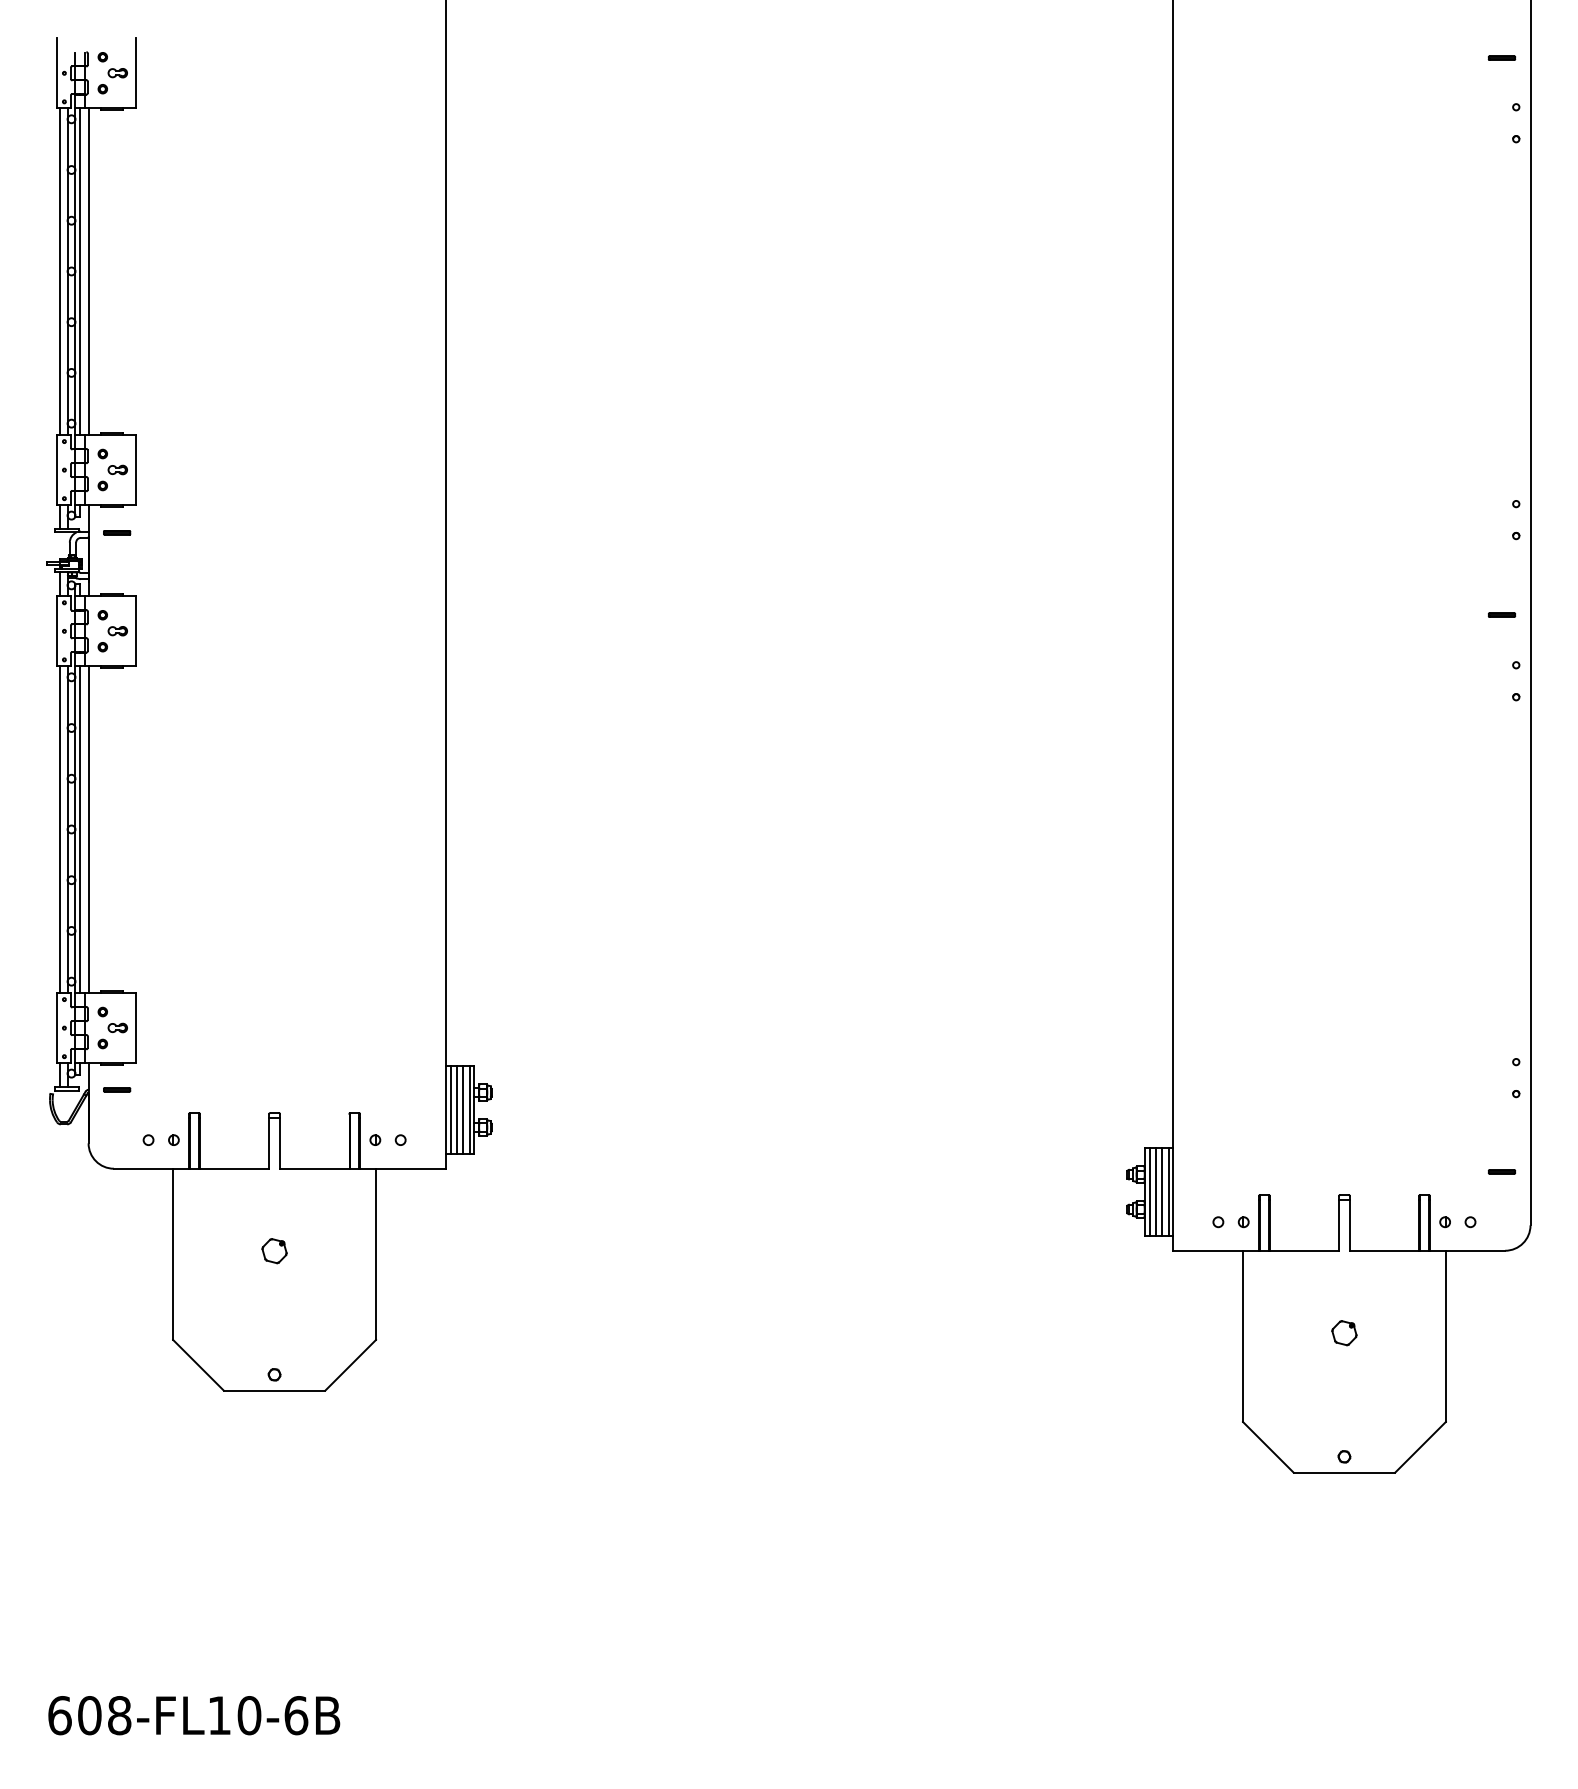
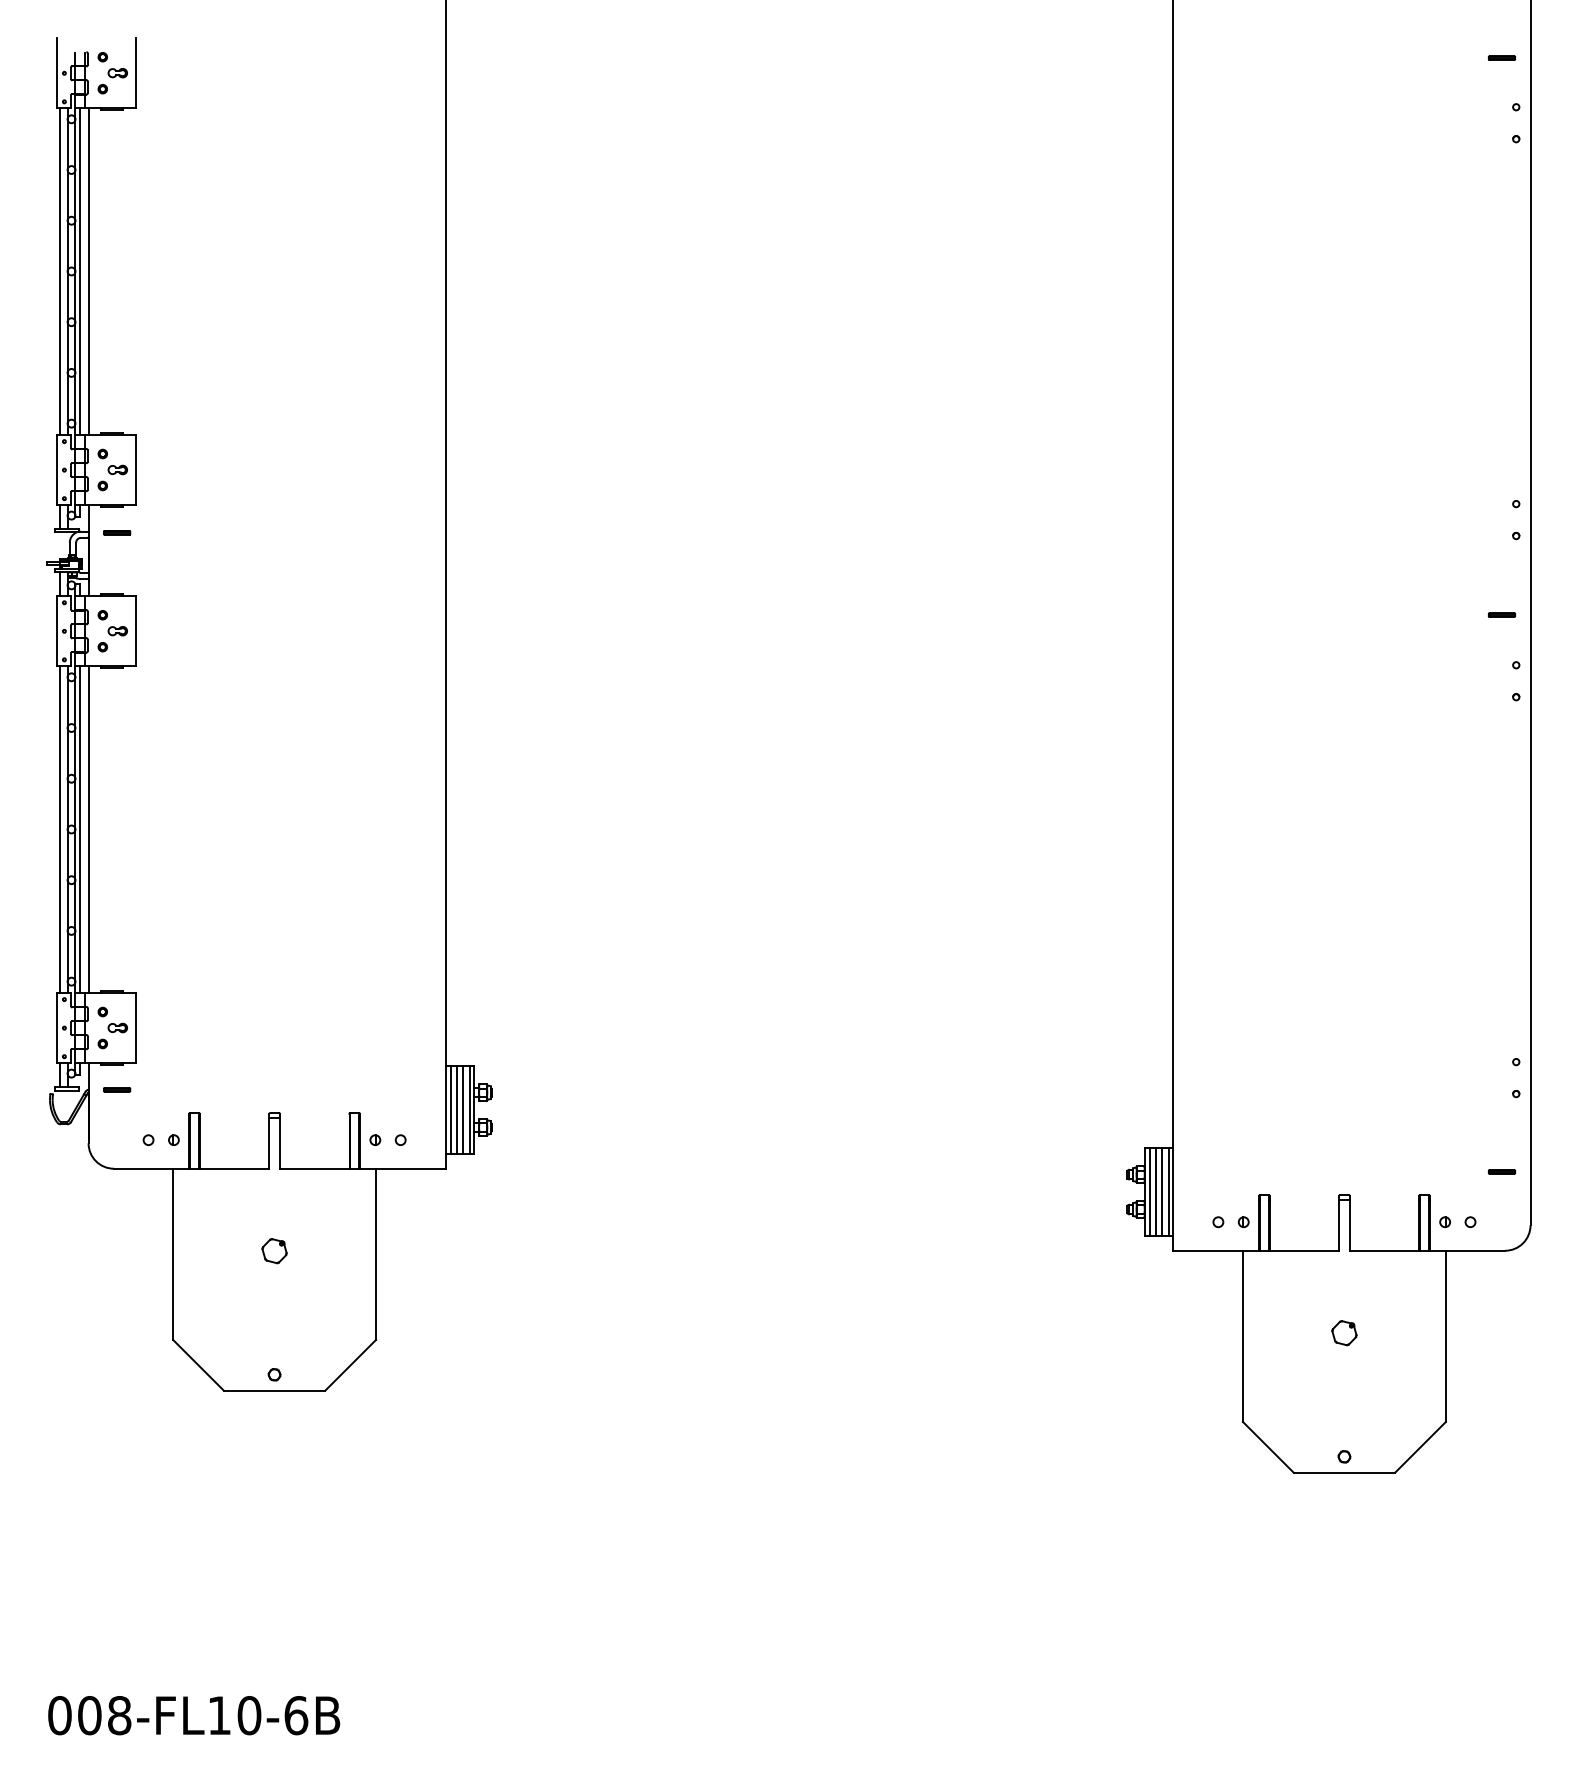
text at (59, 1715): 608-FL10-6B -> 008-FL10-6B
